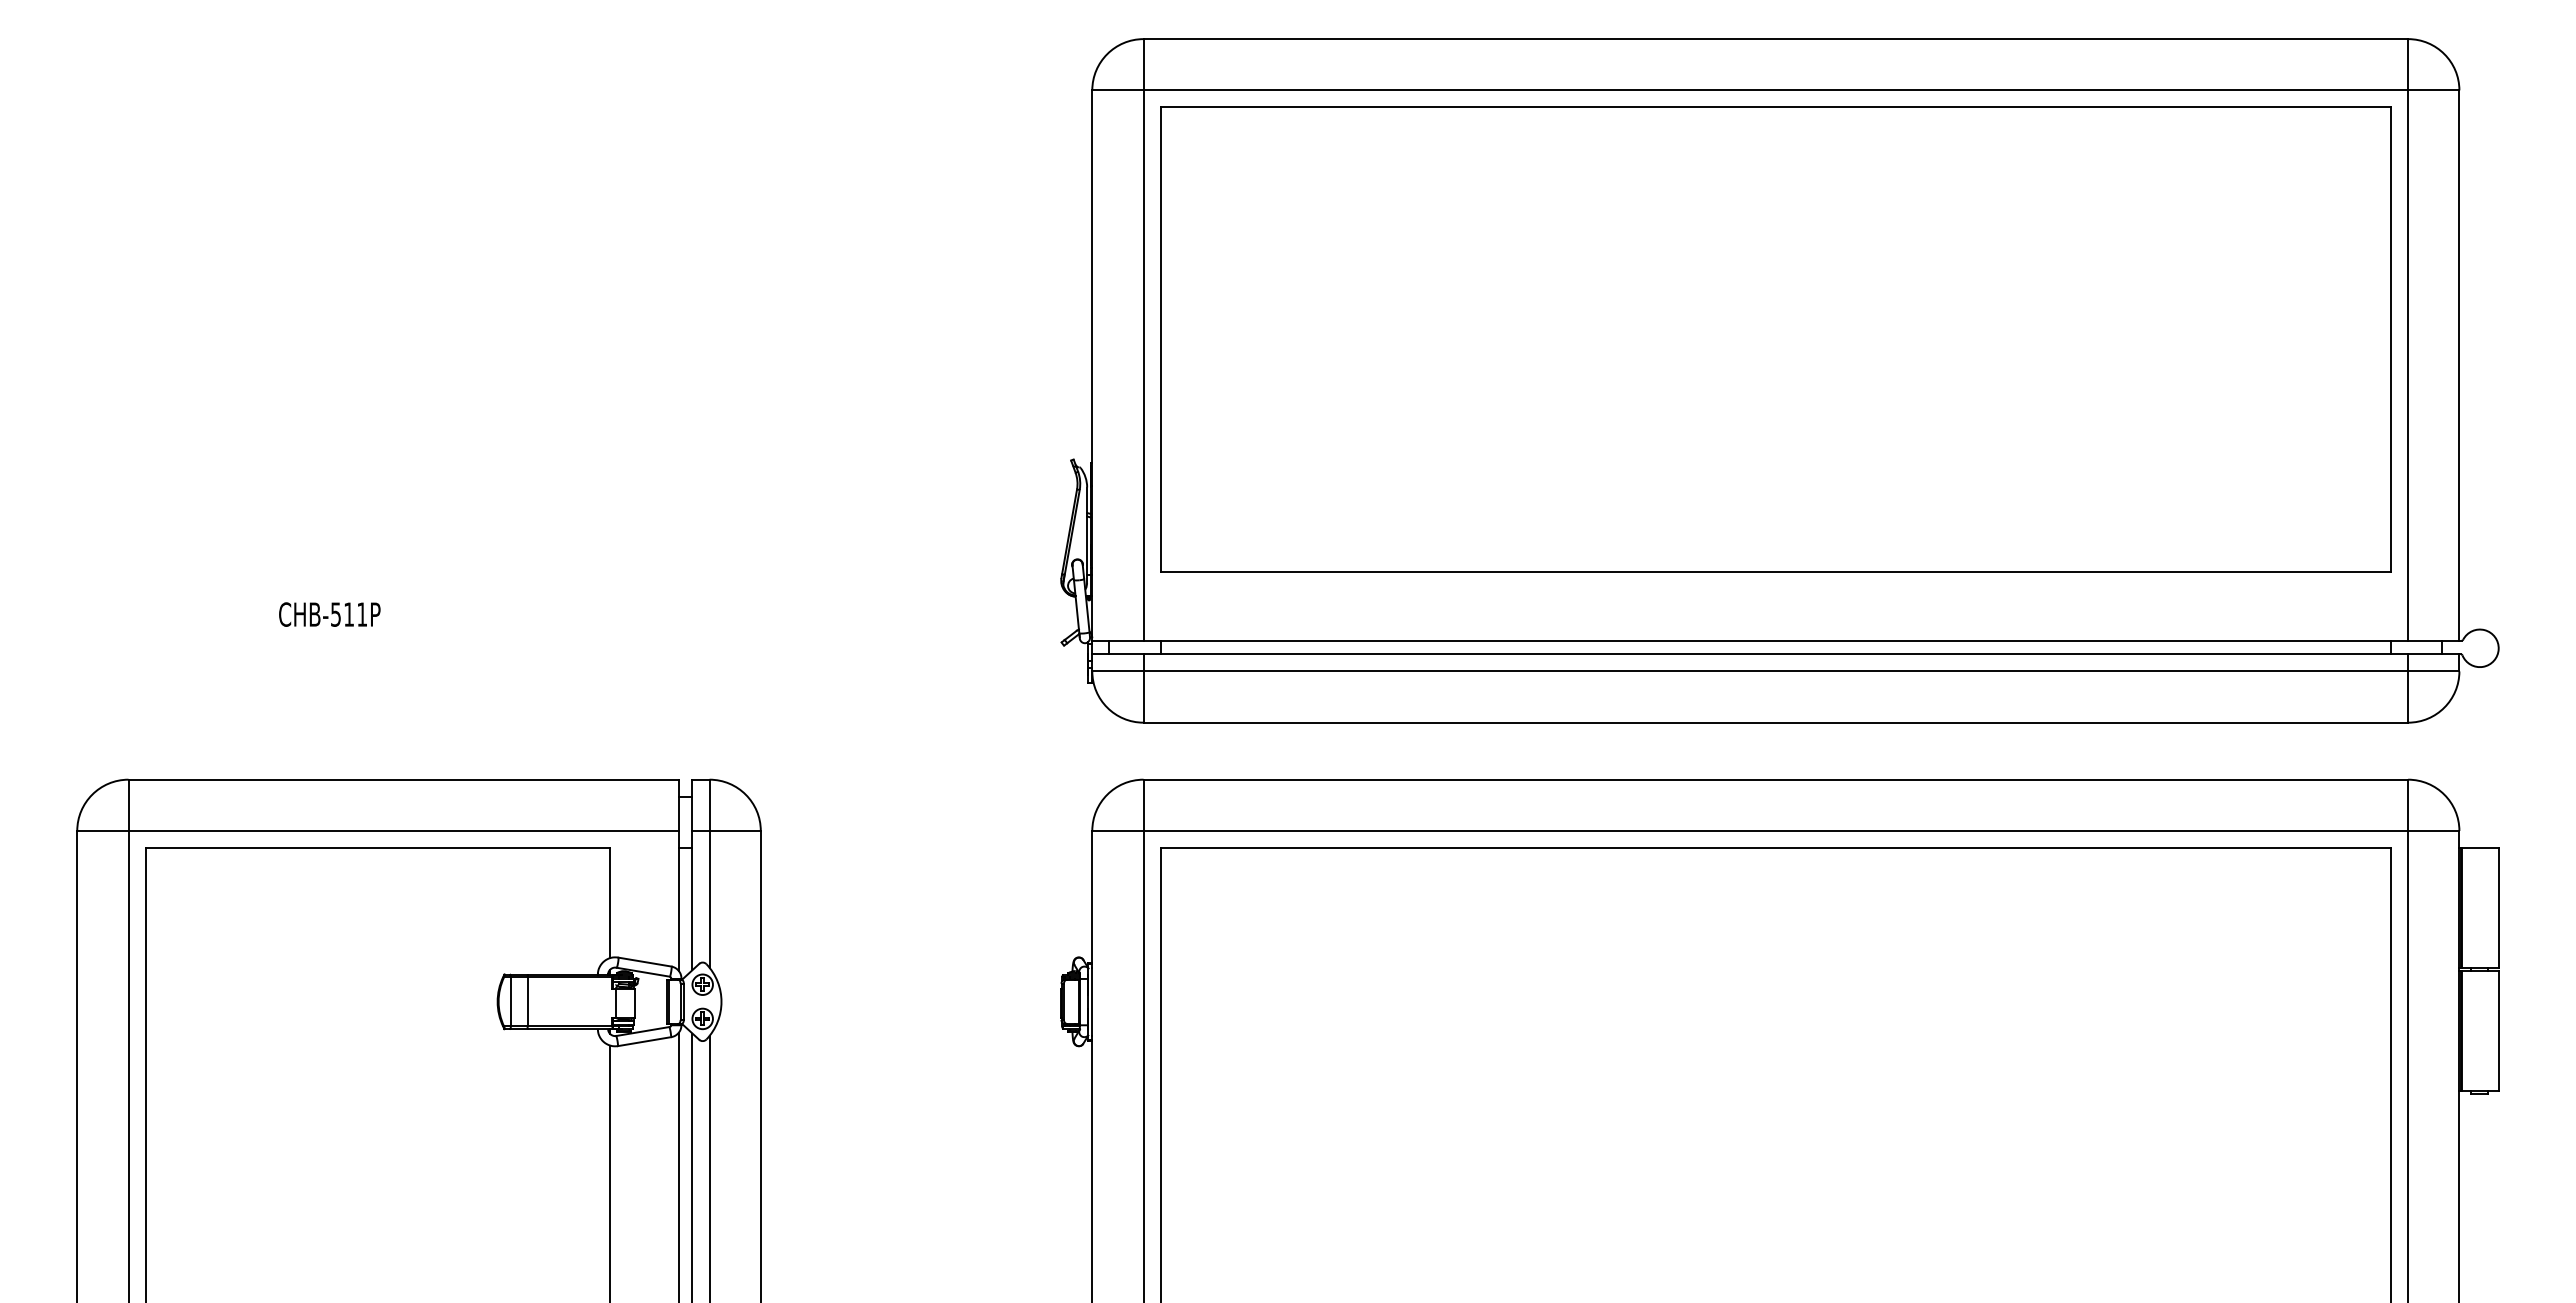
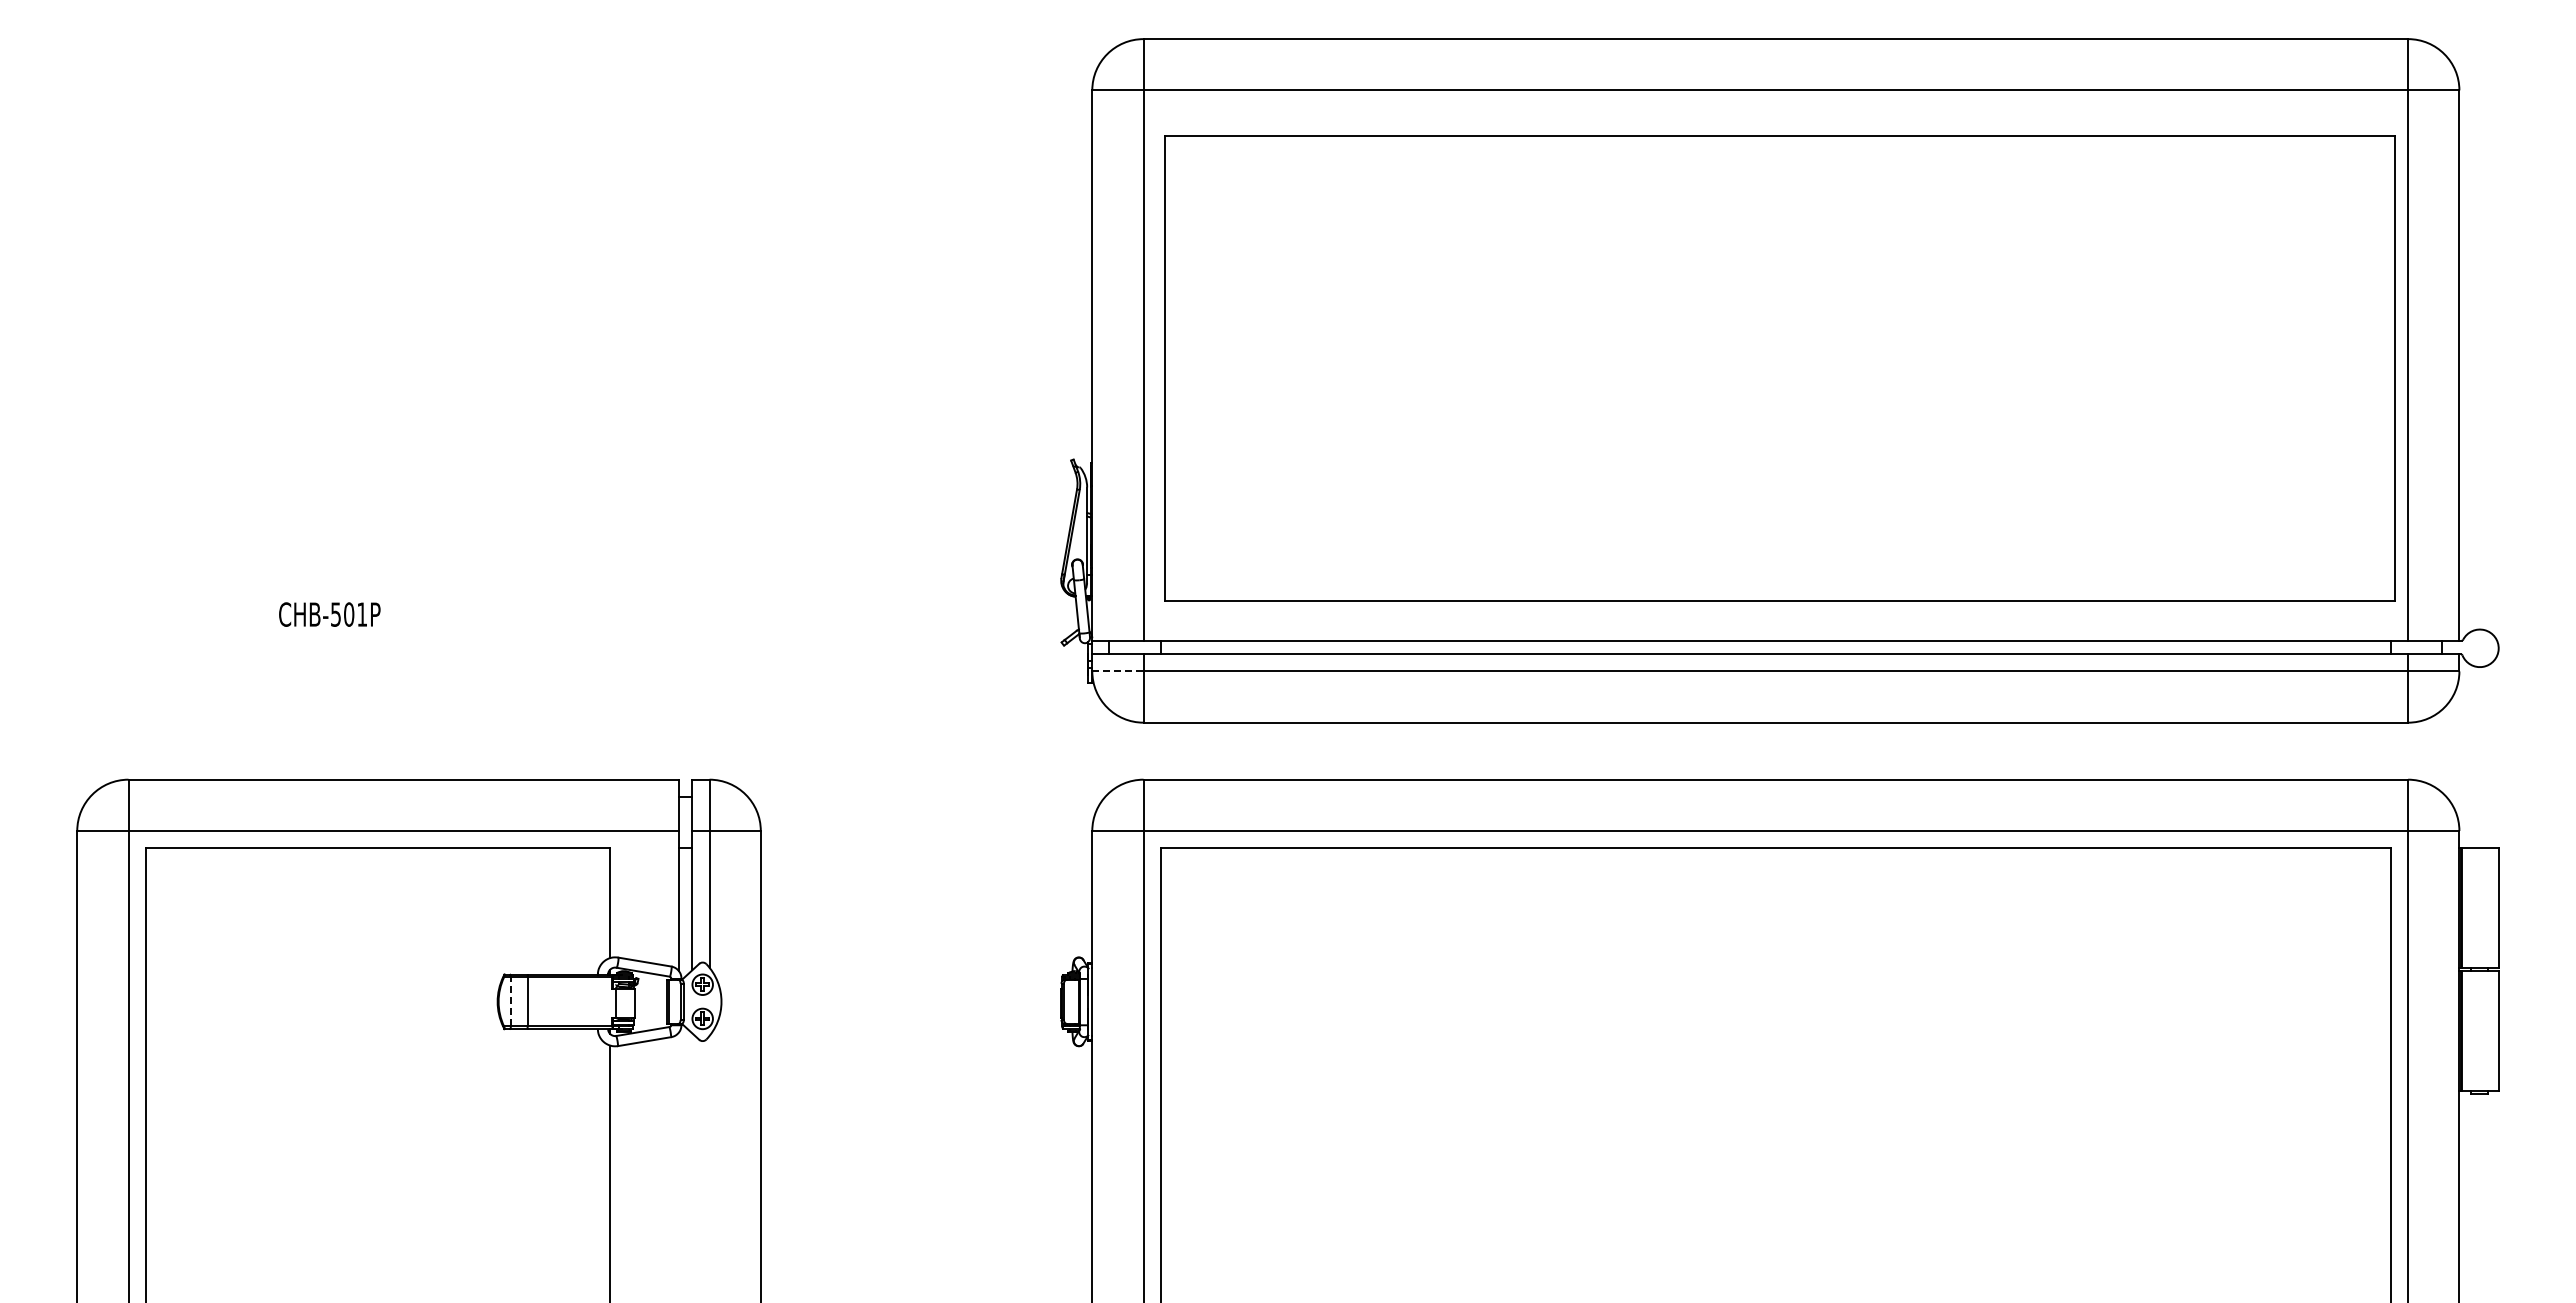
part at (1775, 339) position: (1775, 339) -> (1779, 368)
text at (349, 614): CHB-511P -> CHB-501P
line at (1117, 671): solid -> dashed
line at (510, 1001): solid -> dashed
line at (678, 1165): present -> none
line at (692, 1166): present -> none
line at (709, 1167): present -> none
